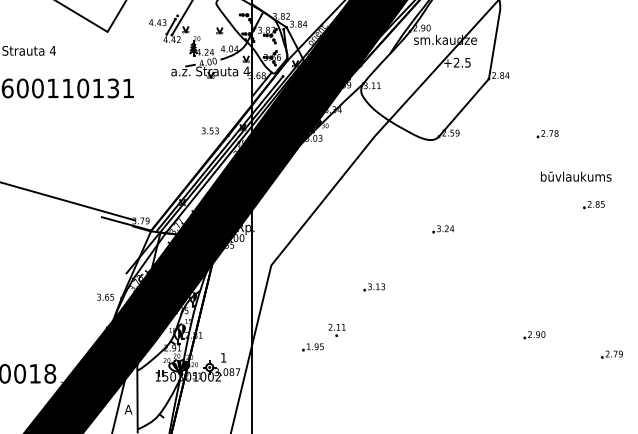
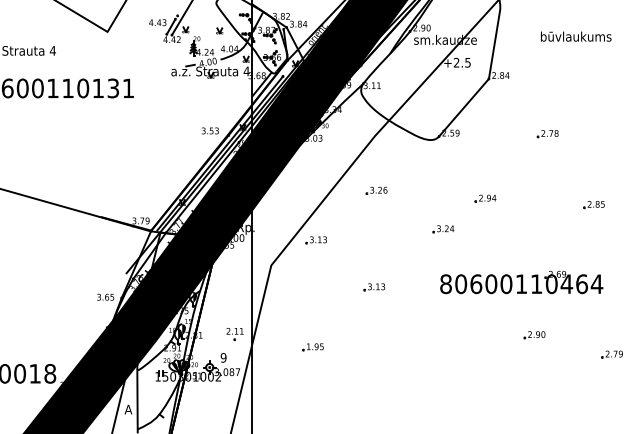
text at (576, 176) position: (576, 176) -> (576, 36)
part at (376, 190): none -> present
part at (485, 198): none -> present
line at (68, 201) position: (68, 201) -> (67, 207)
part at (315, 240): none -> present
part at (521, 282): none -> present
part at (336, 330) position: (336, 330) -> (234, 334)
text at (223, 357): 1 -> 9
